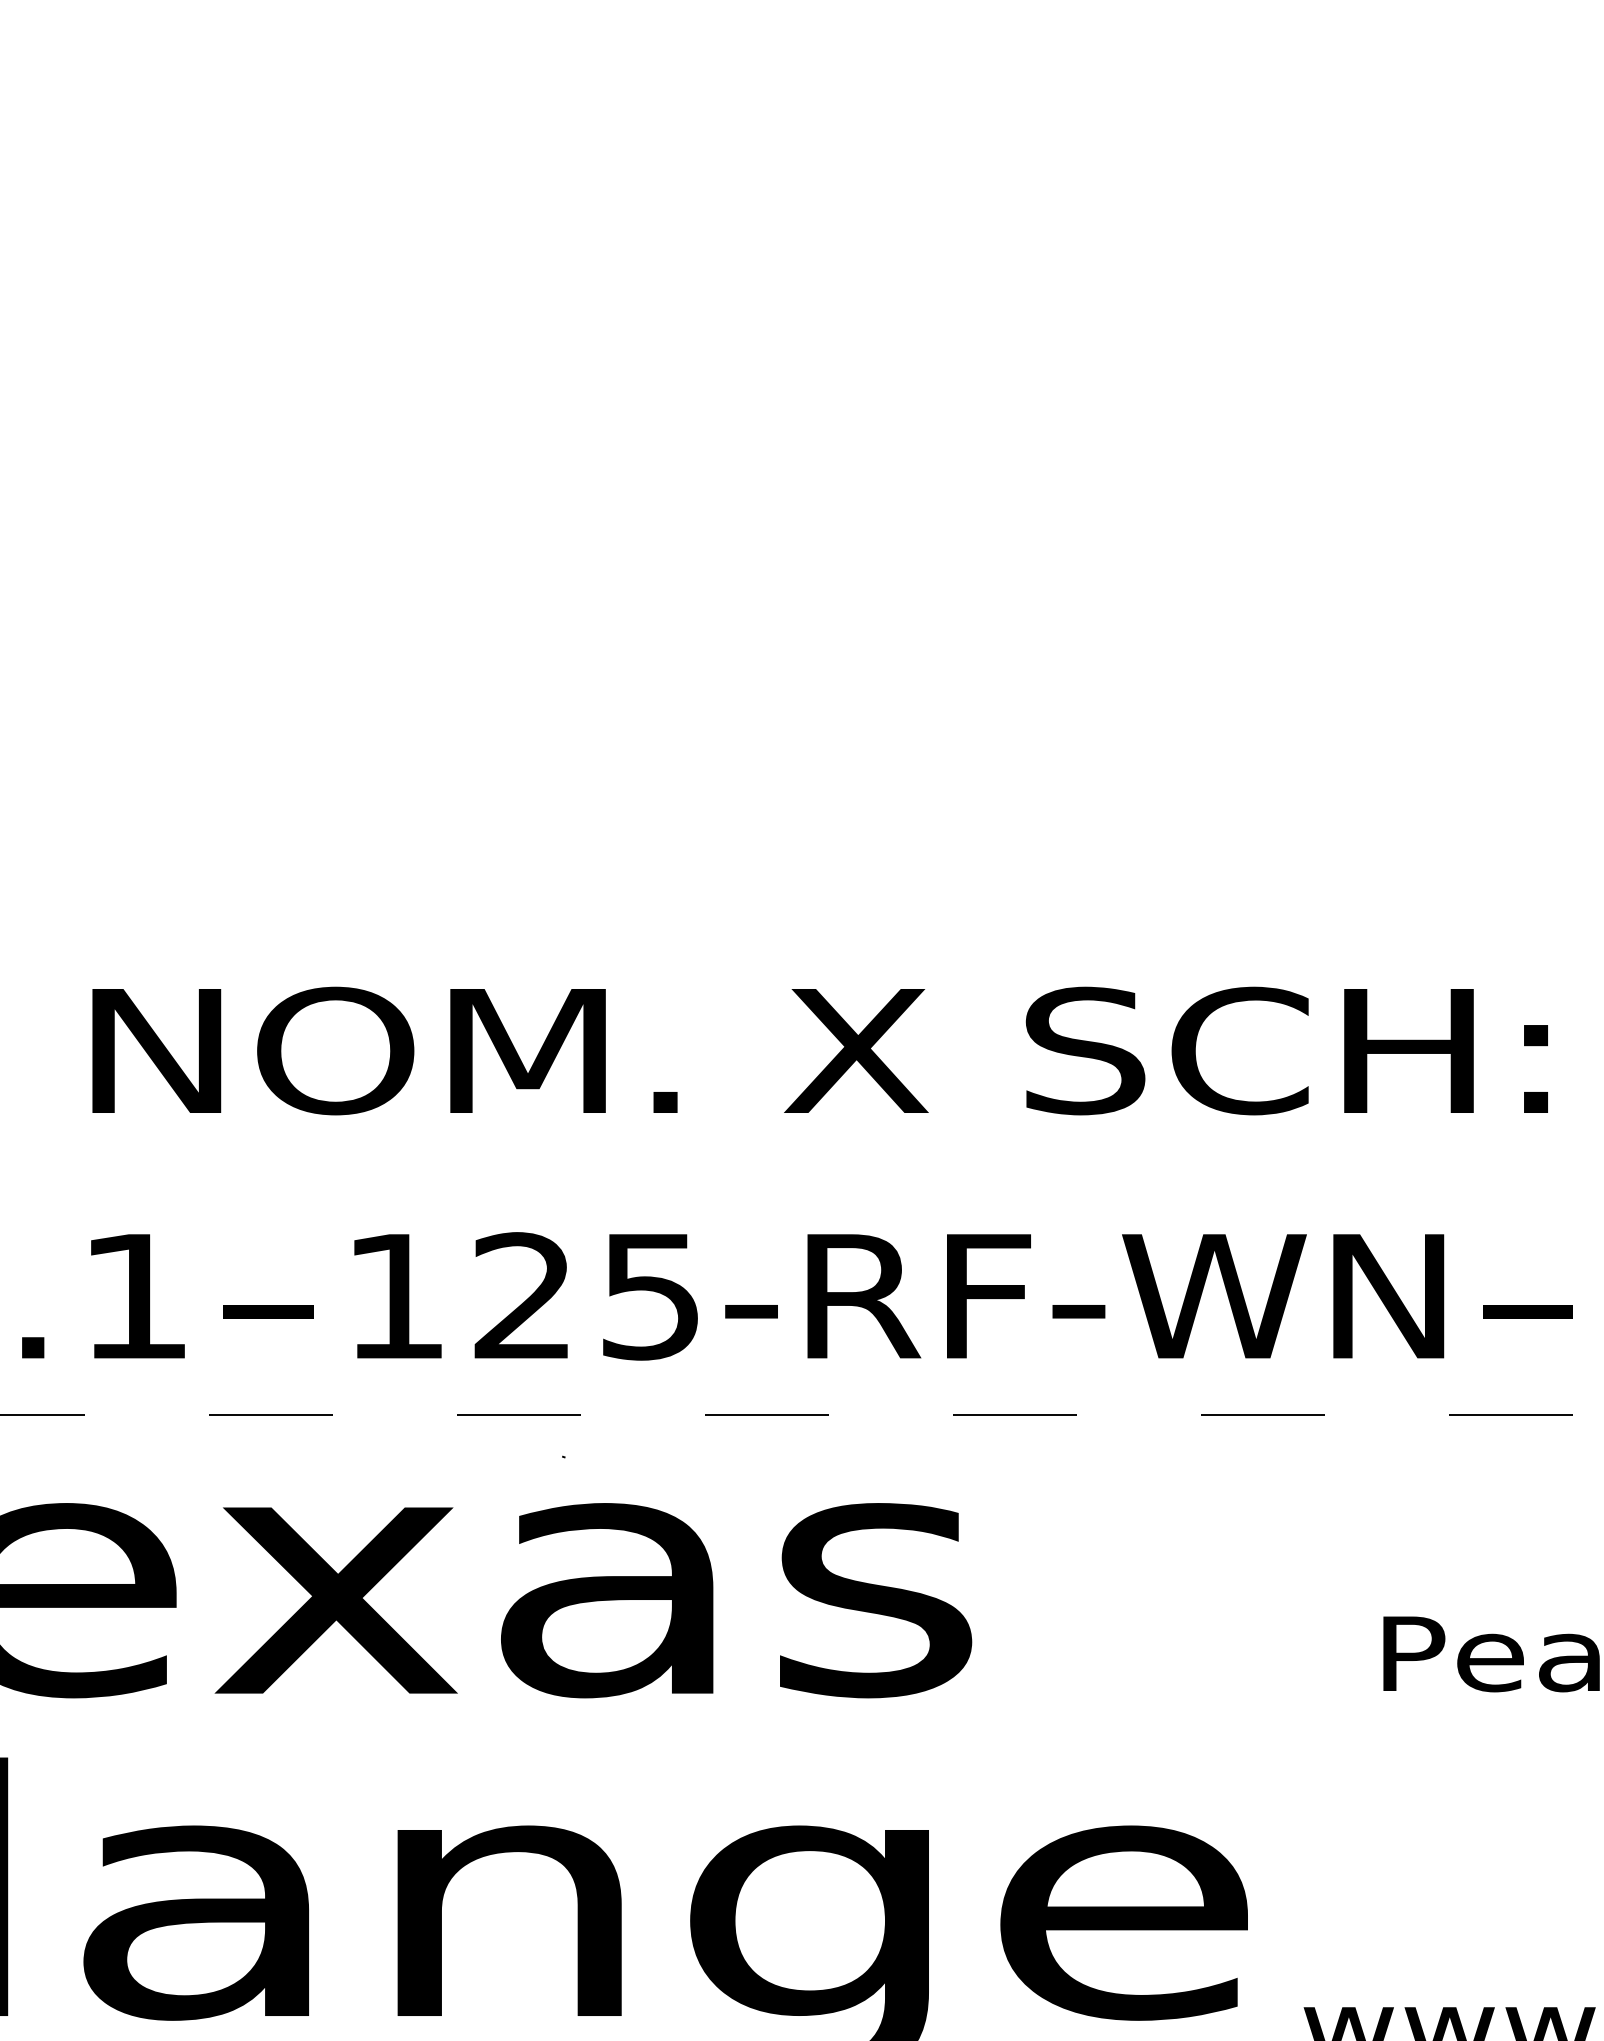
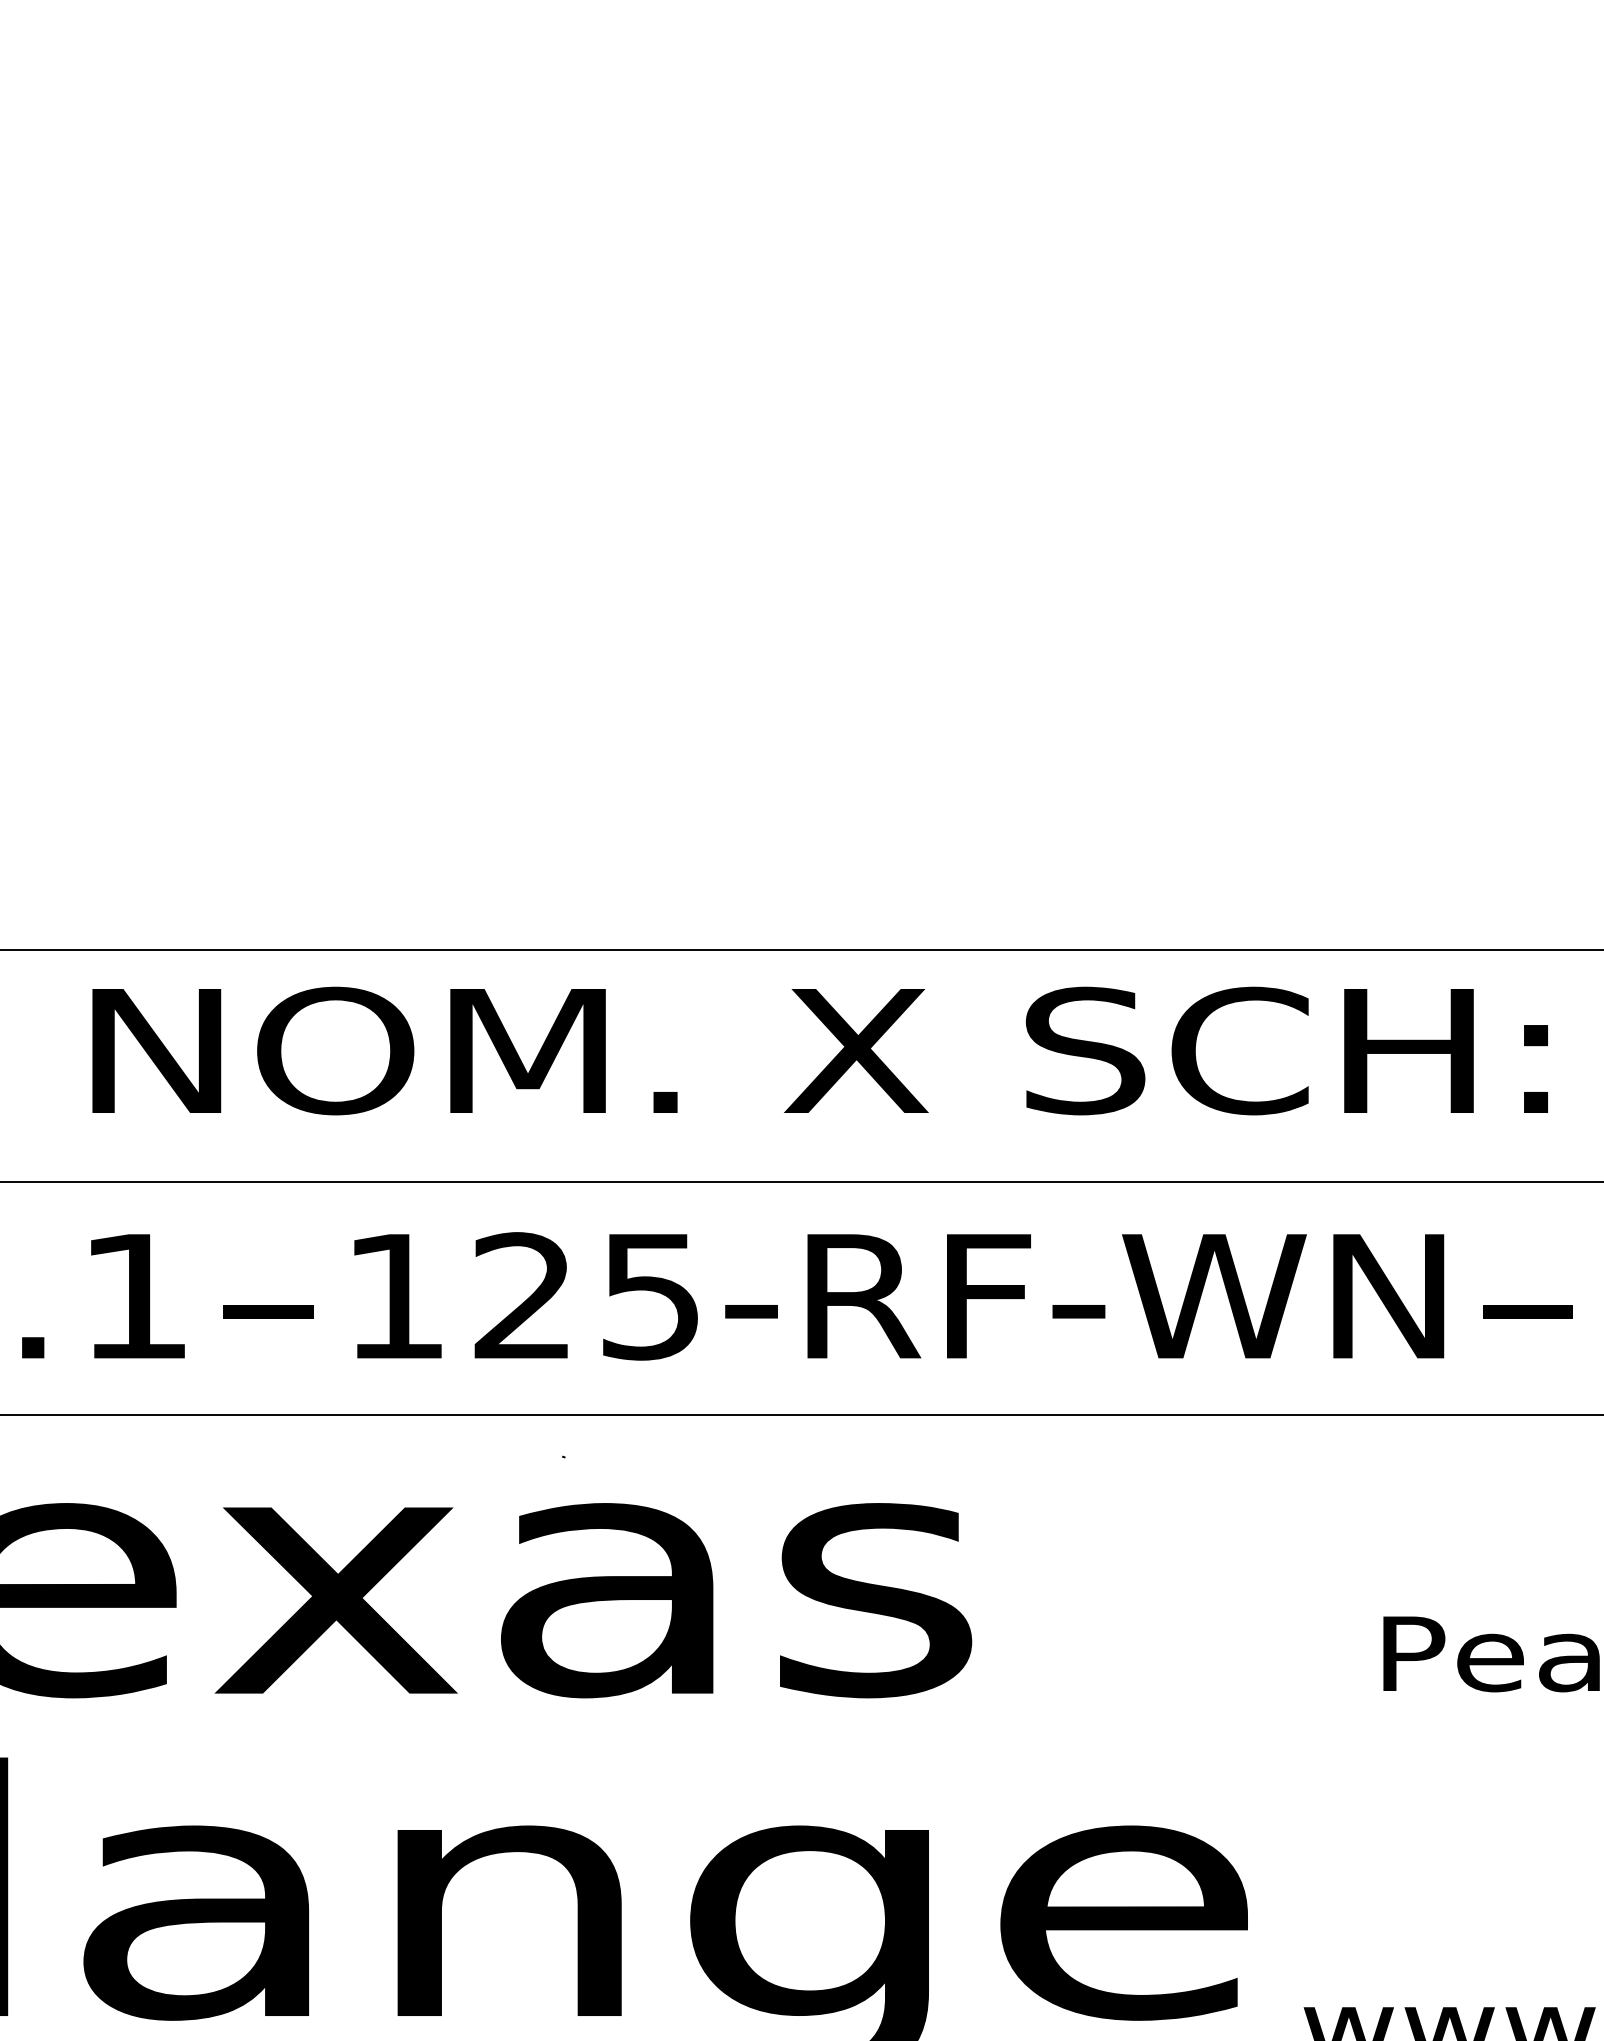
line at (801, 949): none -> present
line at (801, 1182): none -> present
line at (802, 1415): dashed -> solid
